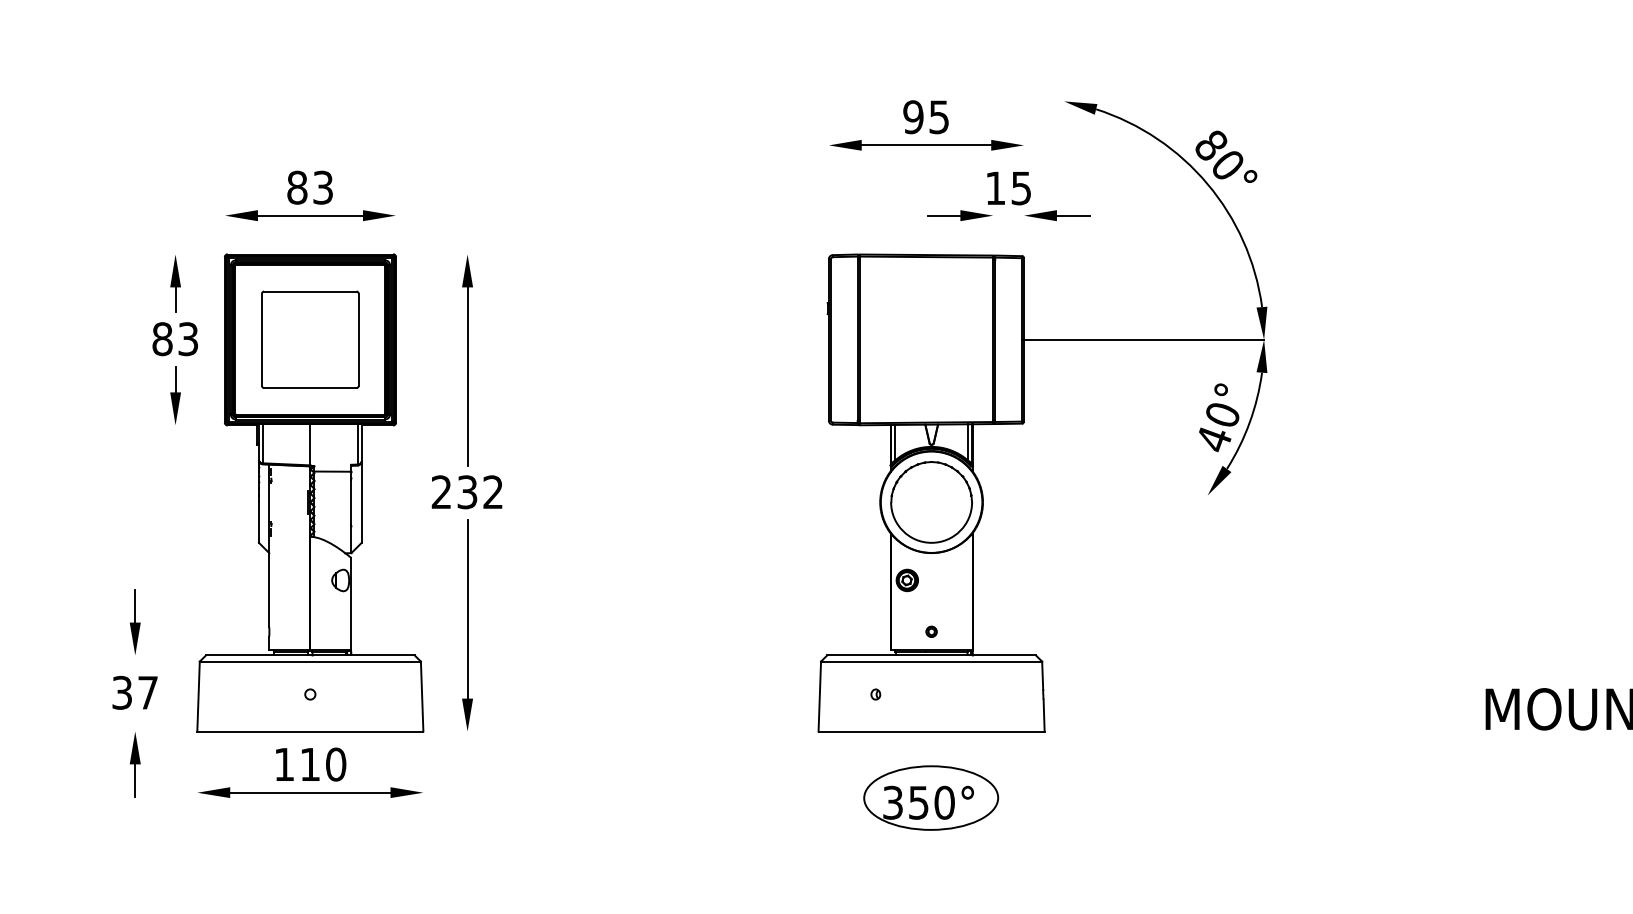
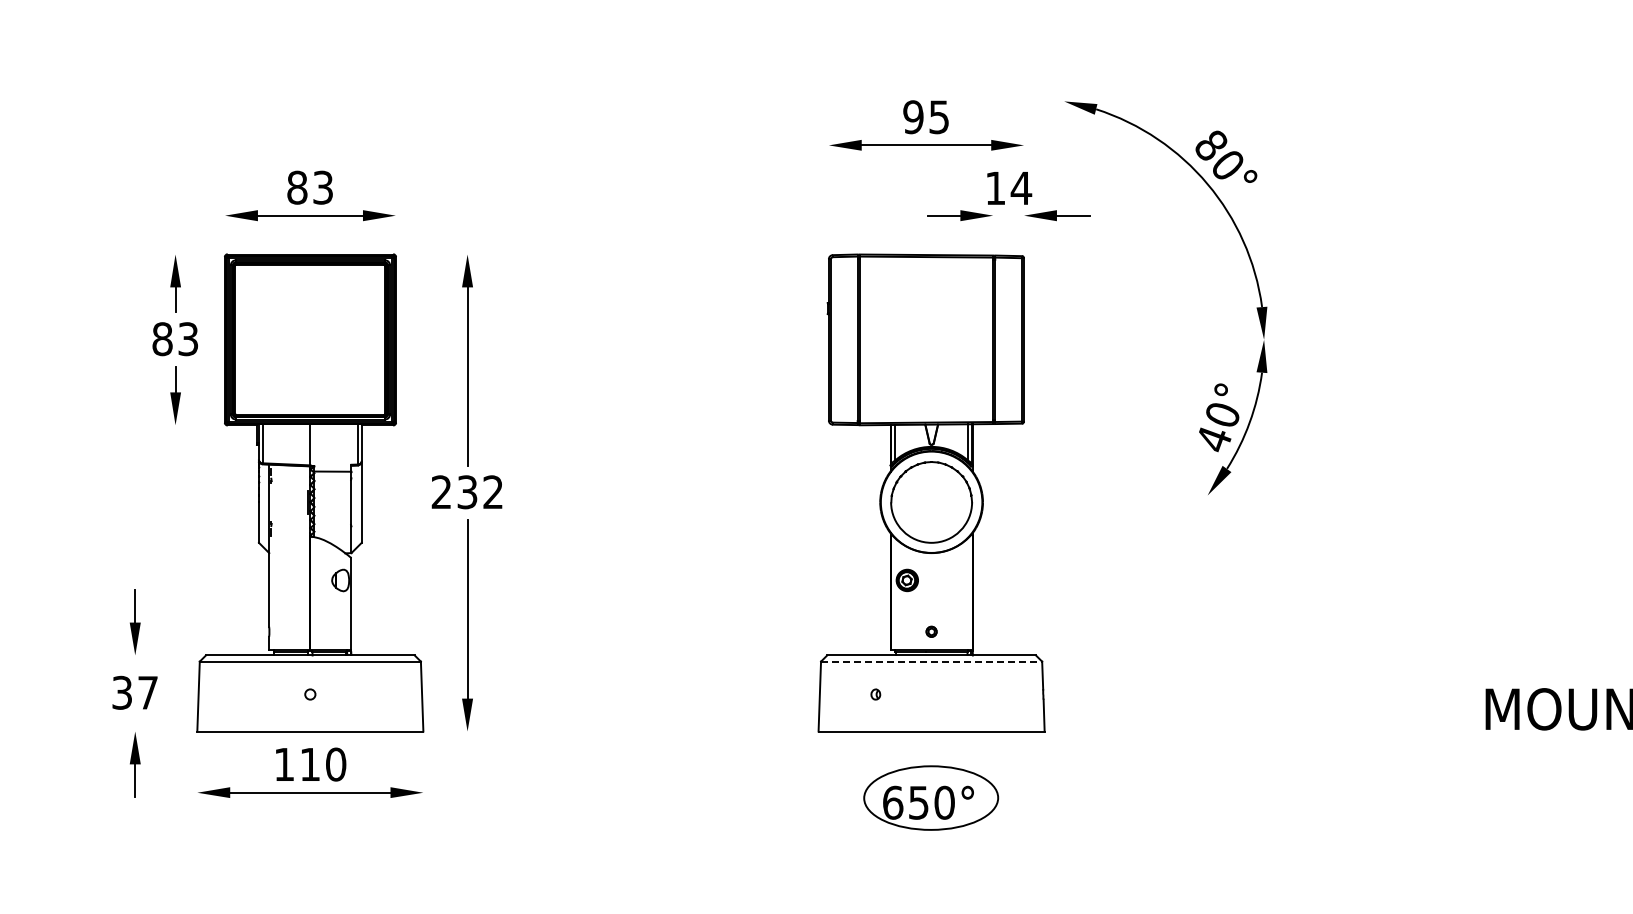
text at (1021, 188): 15 -> 14
part at (310, 339): present -> none
line at (1142, 339): present -> none
line at (931, 661): solid -> dashed
text at (893, 802): 350° -> 650°
